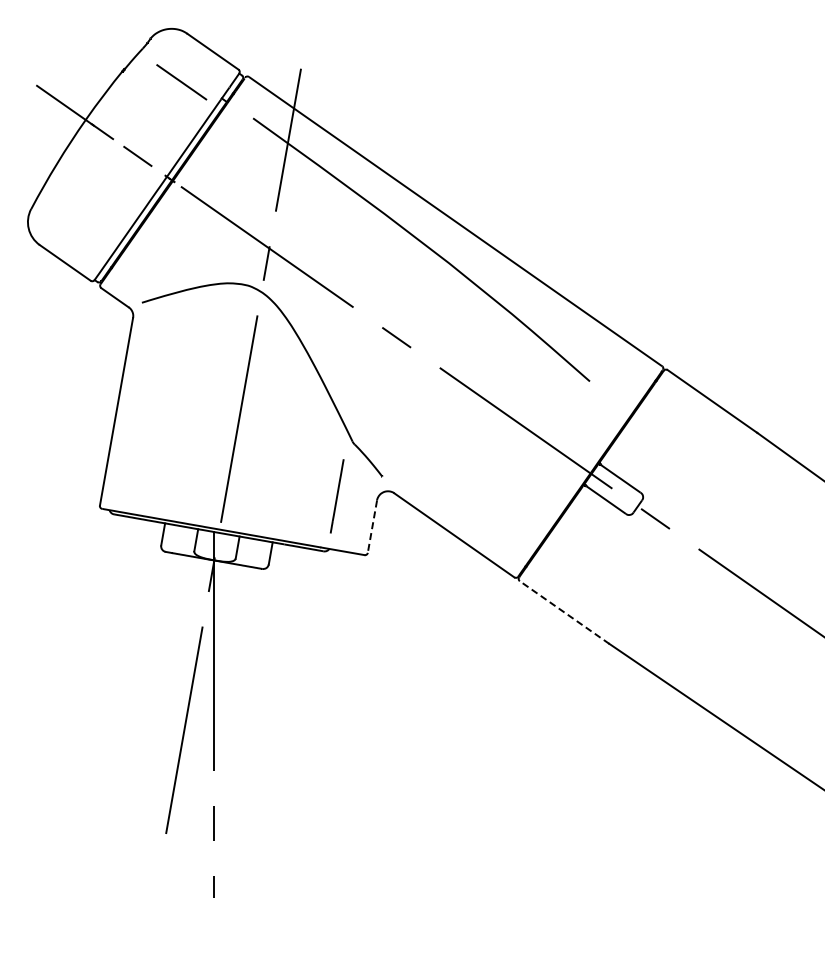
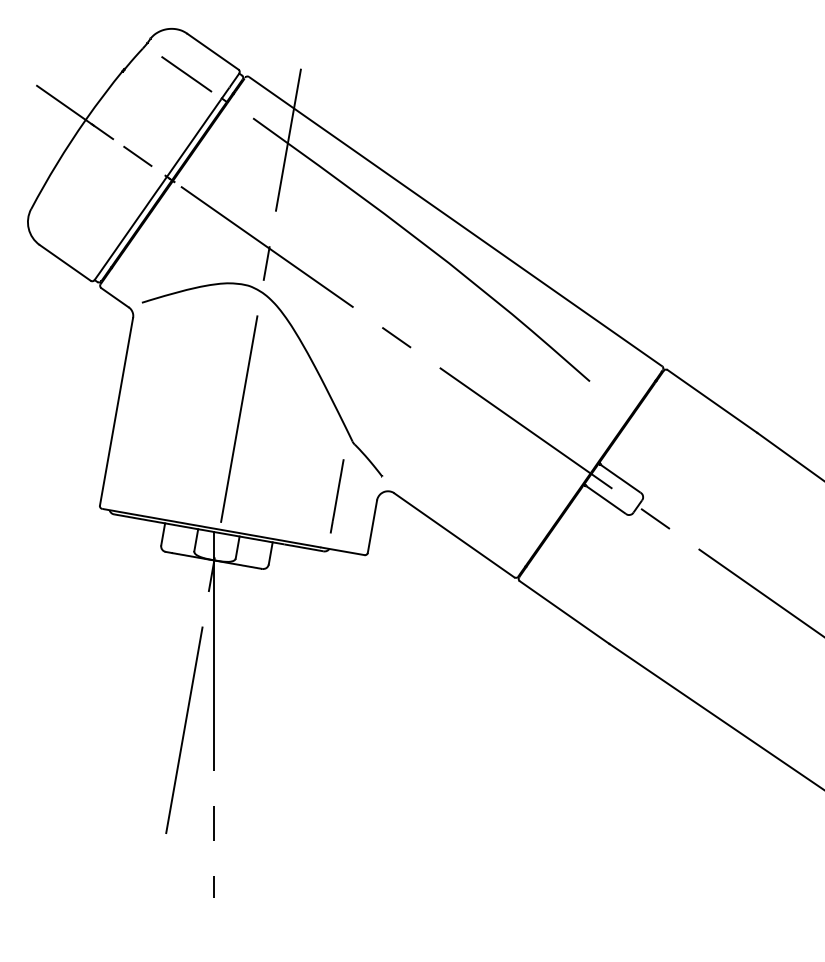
line at (181, 82) position: (181, 82) -> (186, 74)
line at (372, 526): dashed -> solid
line at (564, 612): dashed -> solid
